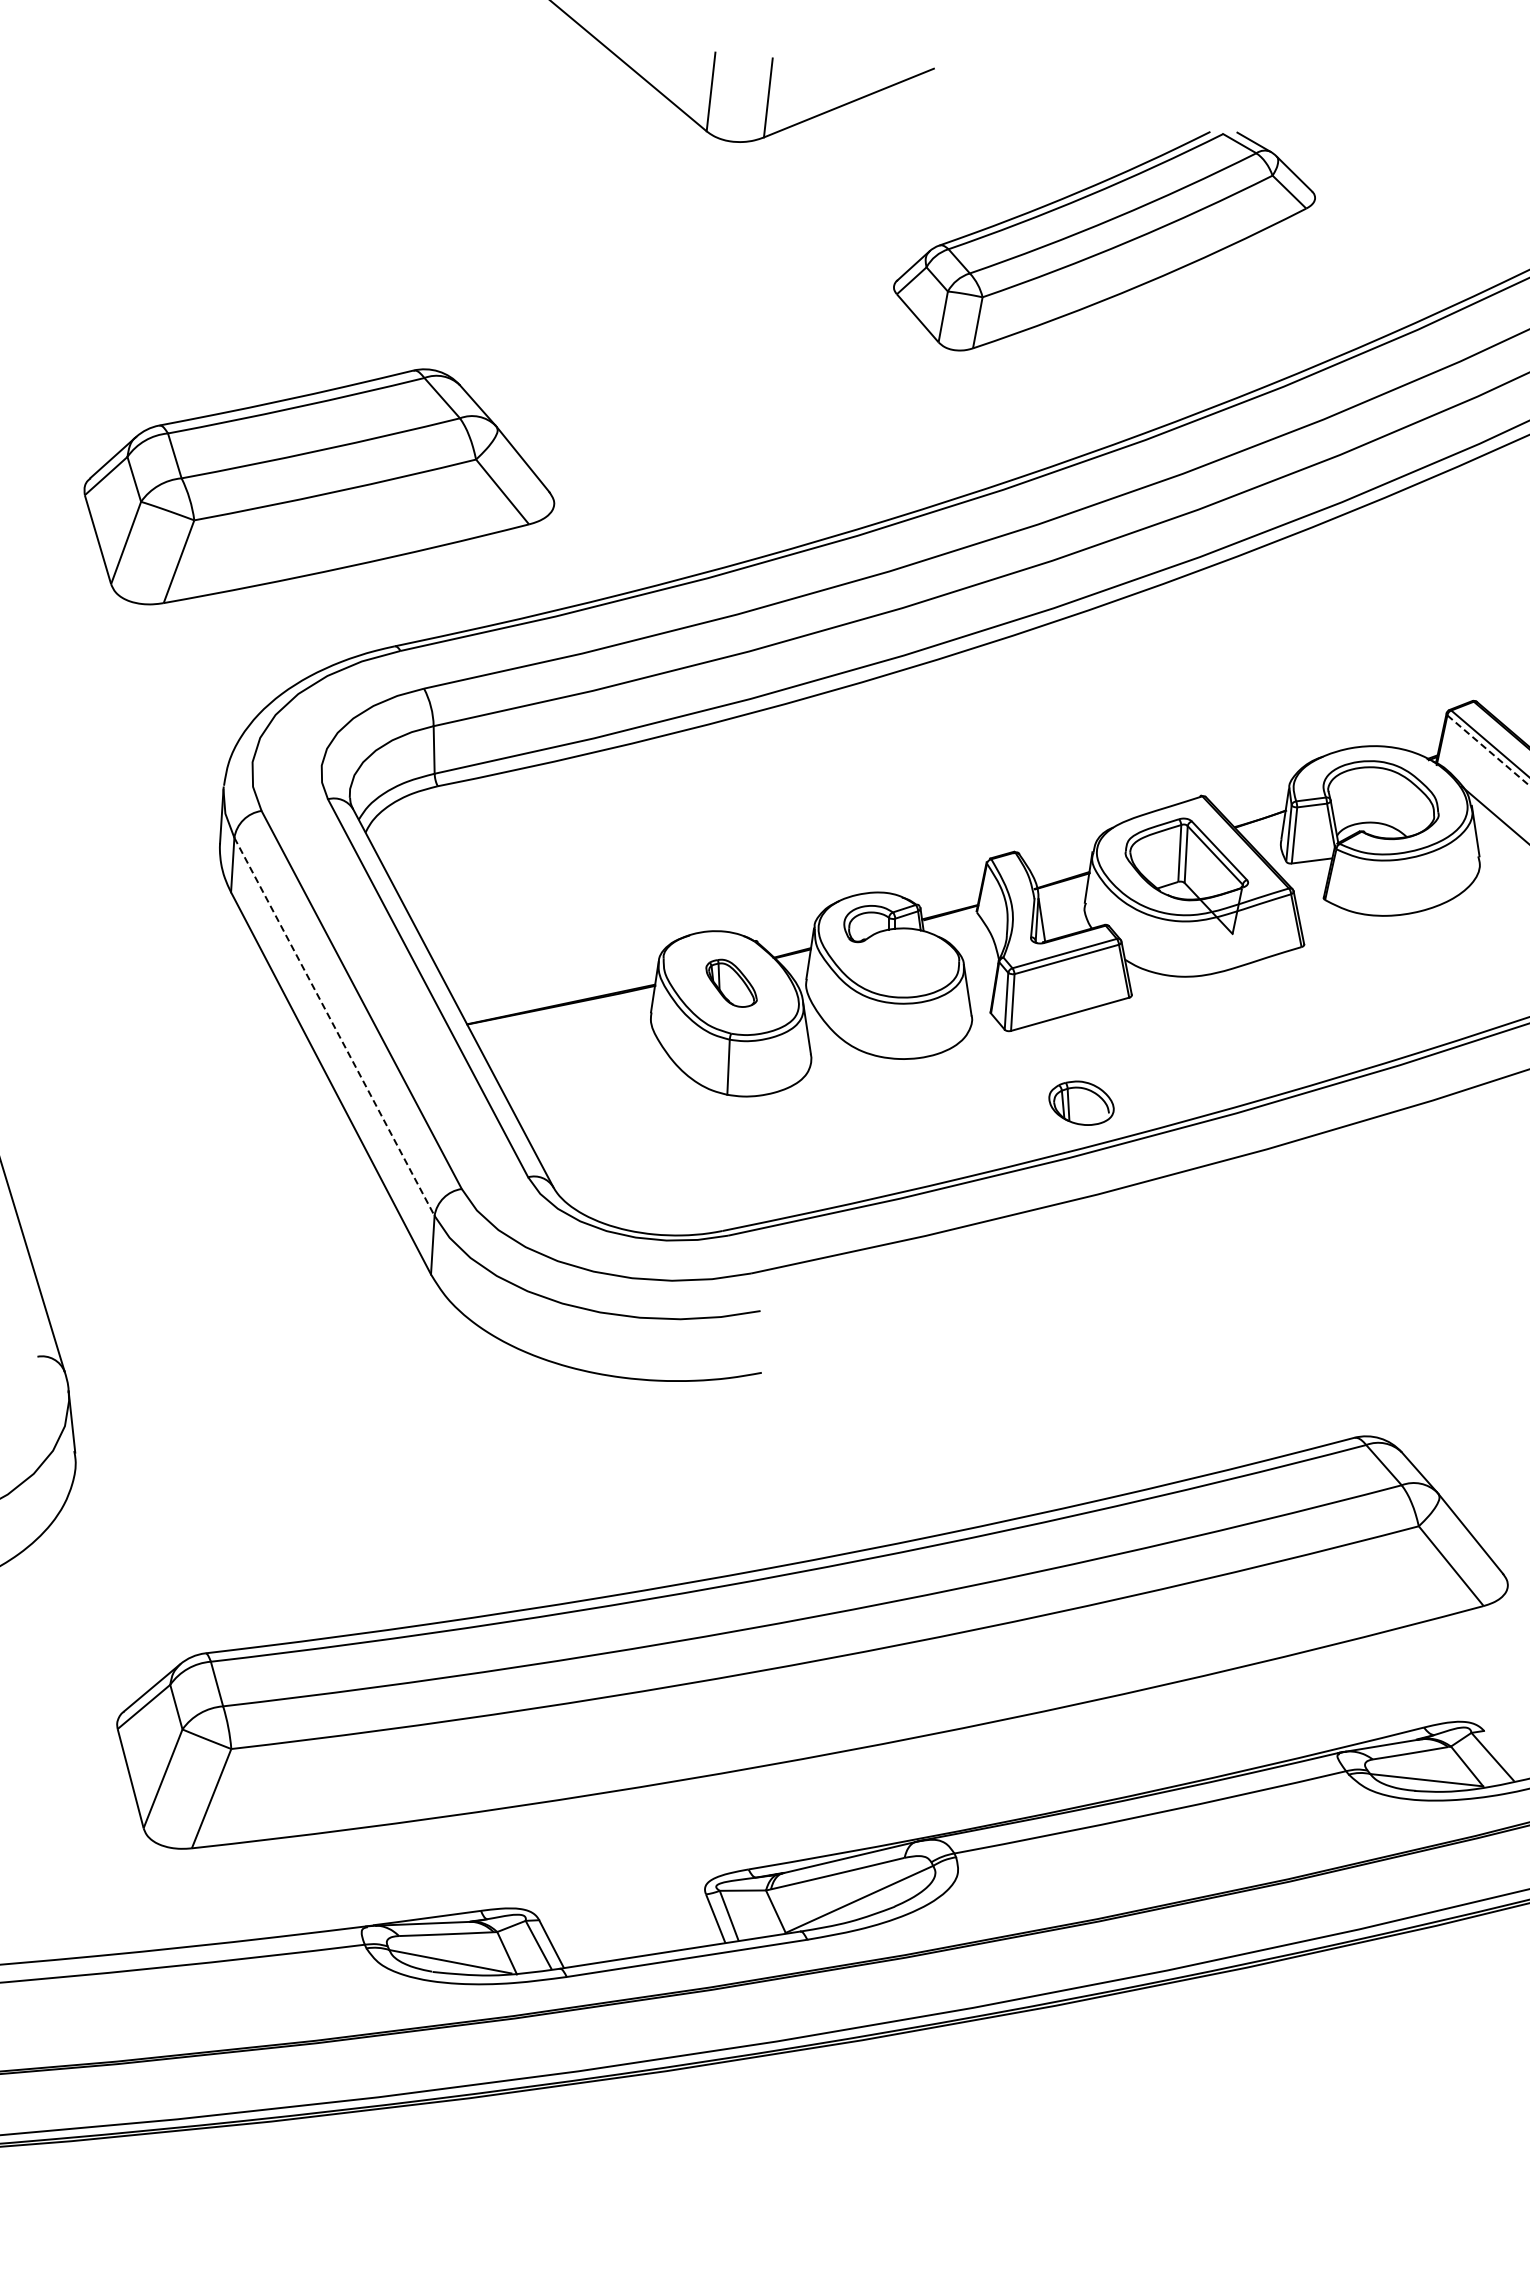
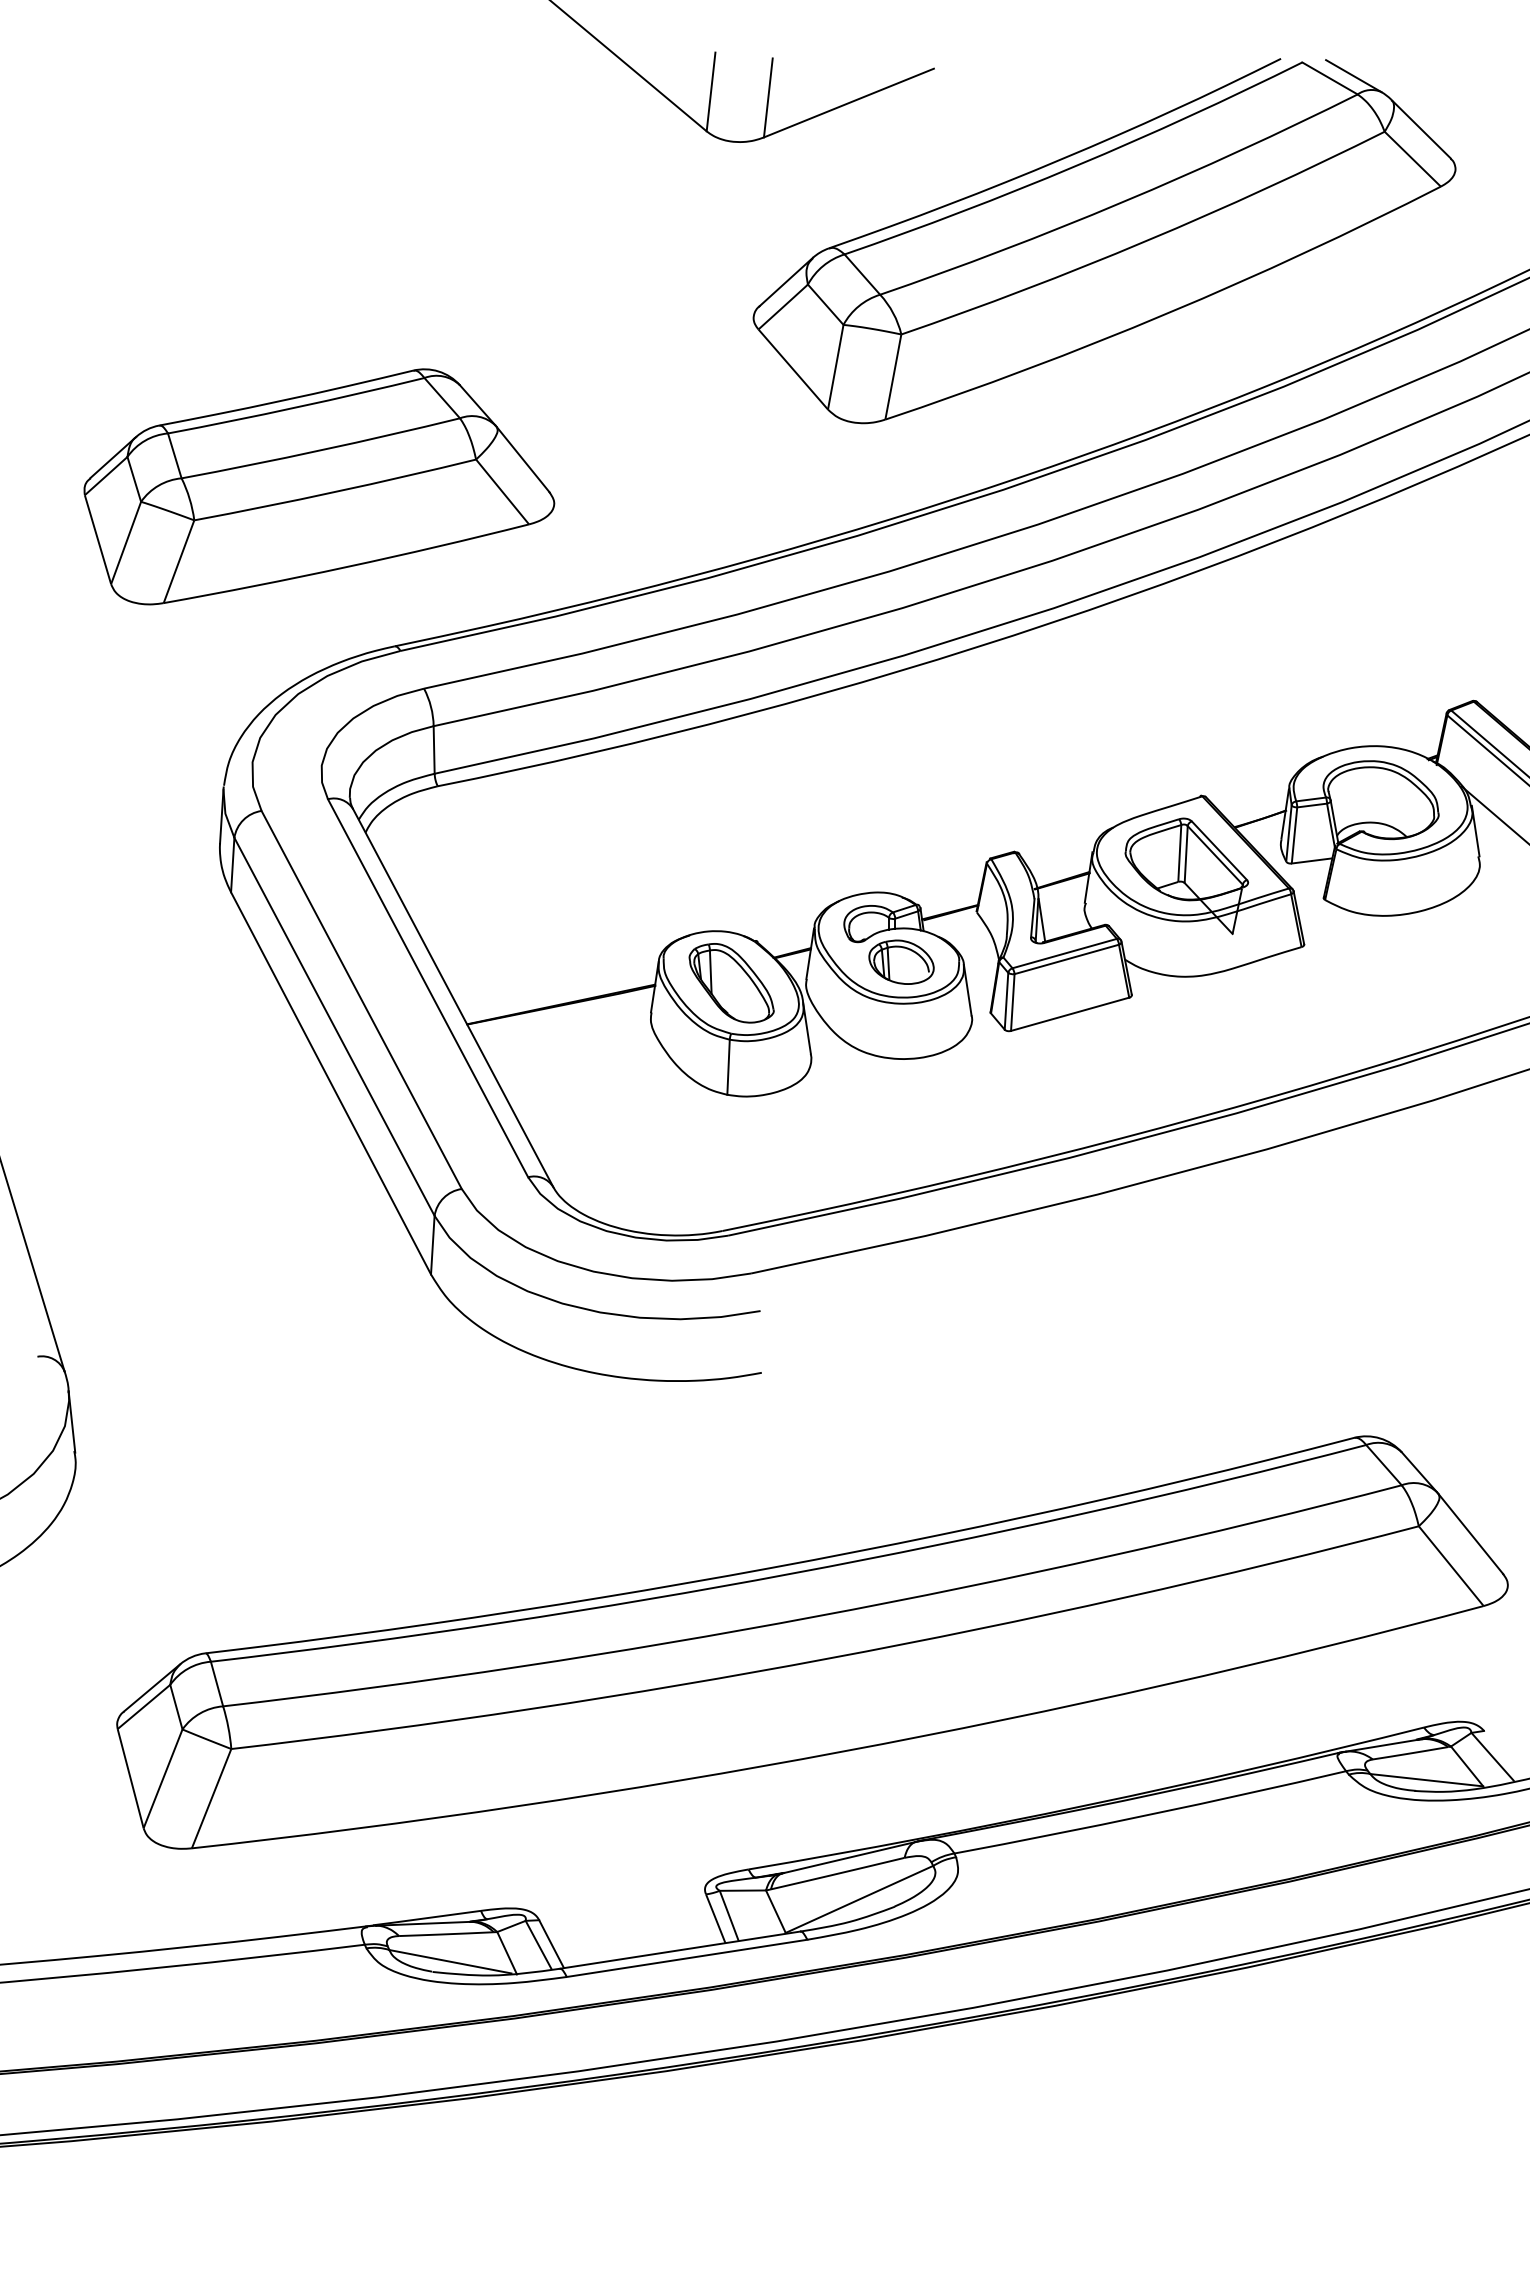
part at (1104, 241) size: 423x221 px -> 705x367 px
line at (1489, 751): dashed -> solid
part at (731, 982) size: 53x50 px -> 87x81 px
line at (334, 1026): dashed -> solid
part at (1081, 1102) position: (1081, 1102) -> (901, 961)
